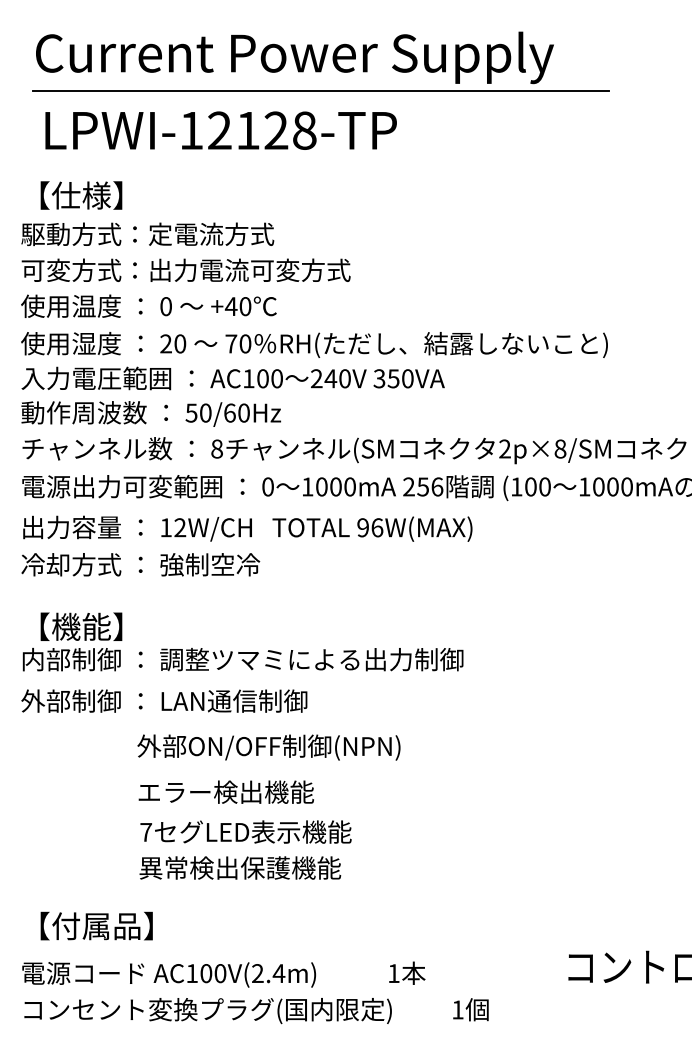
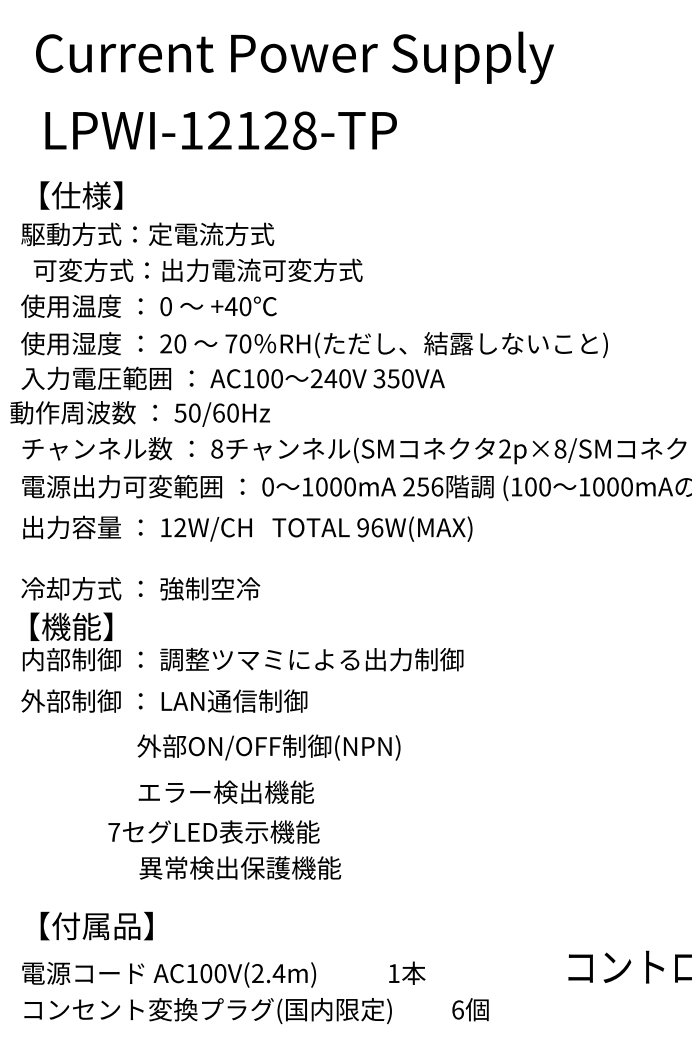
line at (320, 91): present -> none
text at (185, 269) position: (185, 269) -> (197, 269)
text at (150, 413) position: (150, 413) -> (139, 413)
text at (140, 564) position: (140, 564) -> (140, 588)
text at (81, 626) position: (81, 626) -> (71, 626)
text at (245, 831) position: (245, 831) -> (213, 831)
text at (457, 1009): 1 -> 6
